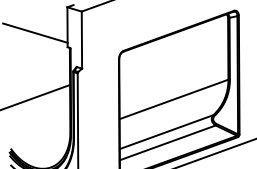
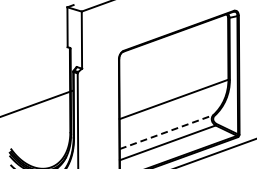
line at (35, 32): present -> none
line at (36, 96) position: (36, 96) -> (37, 103)
line at (166, 132): solid -> dashed
